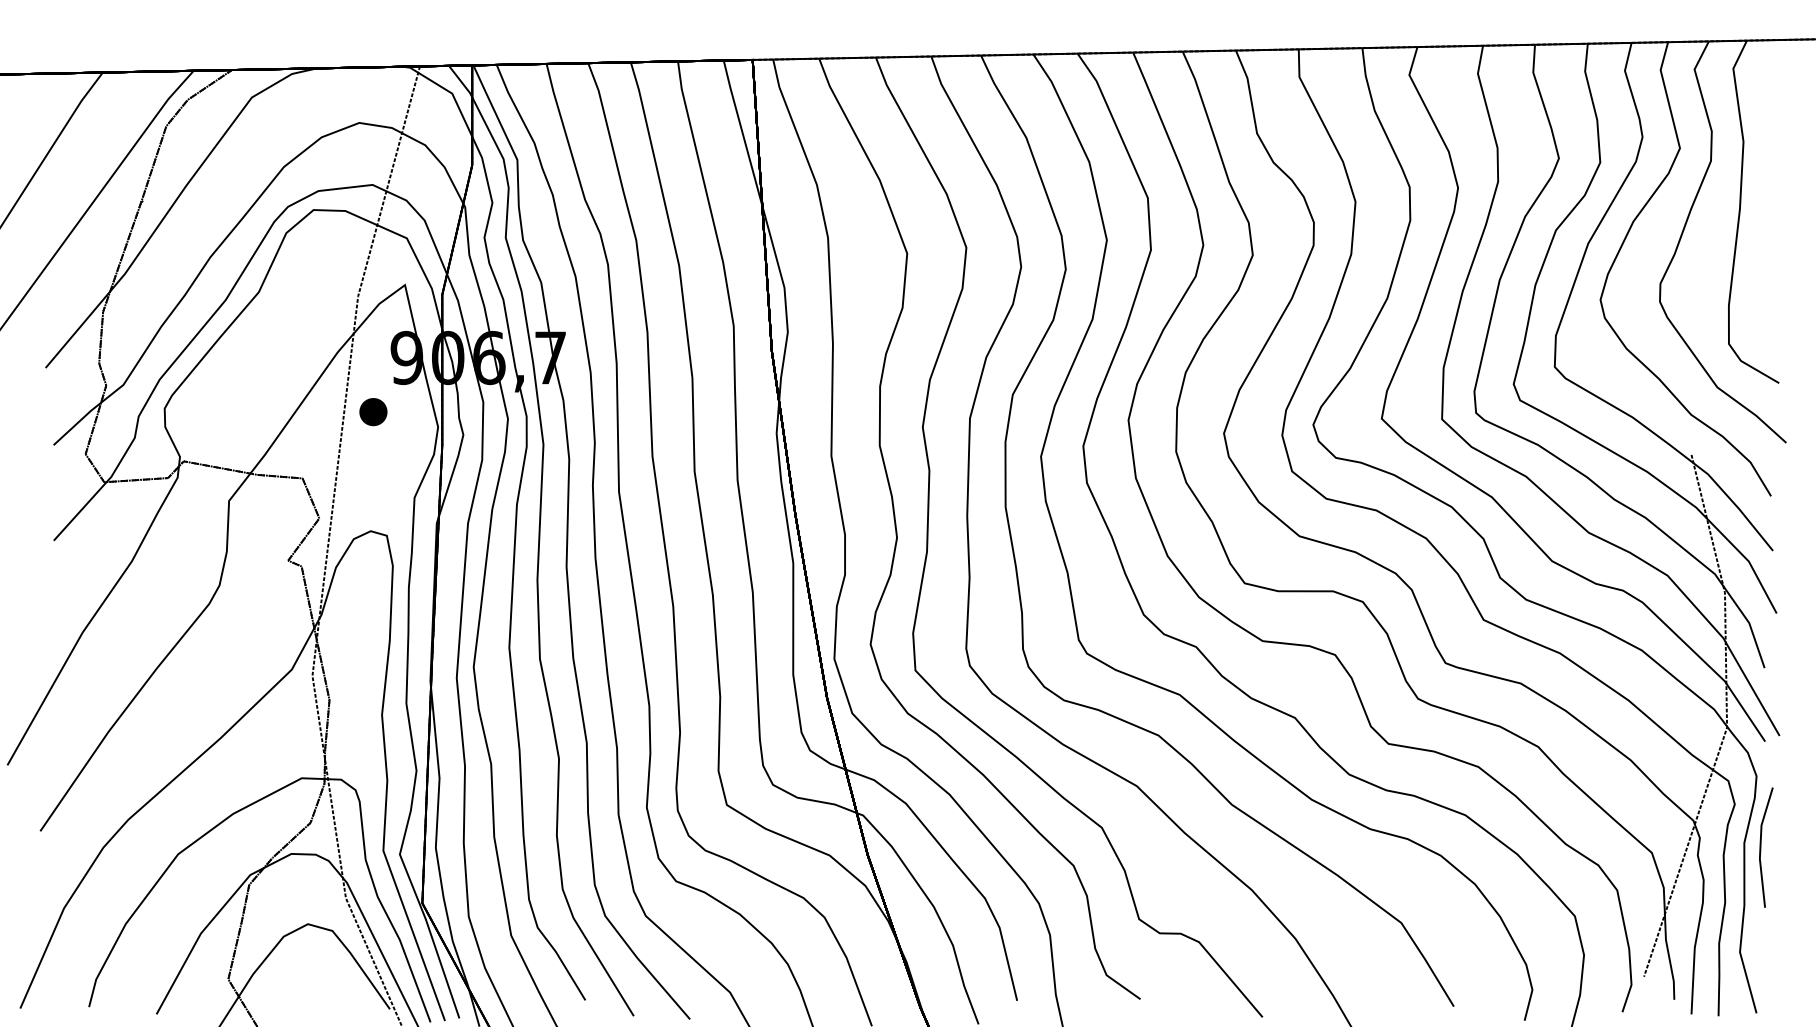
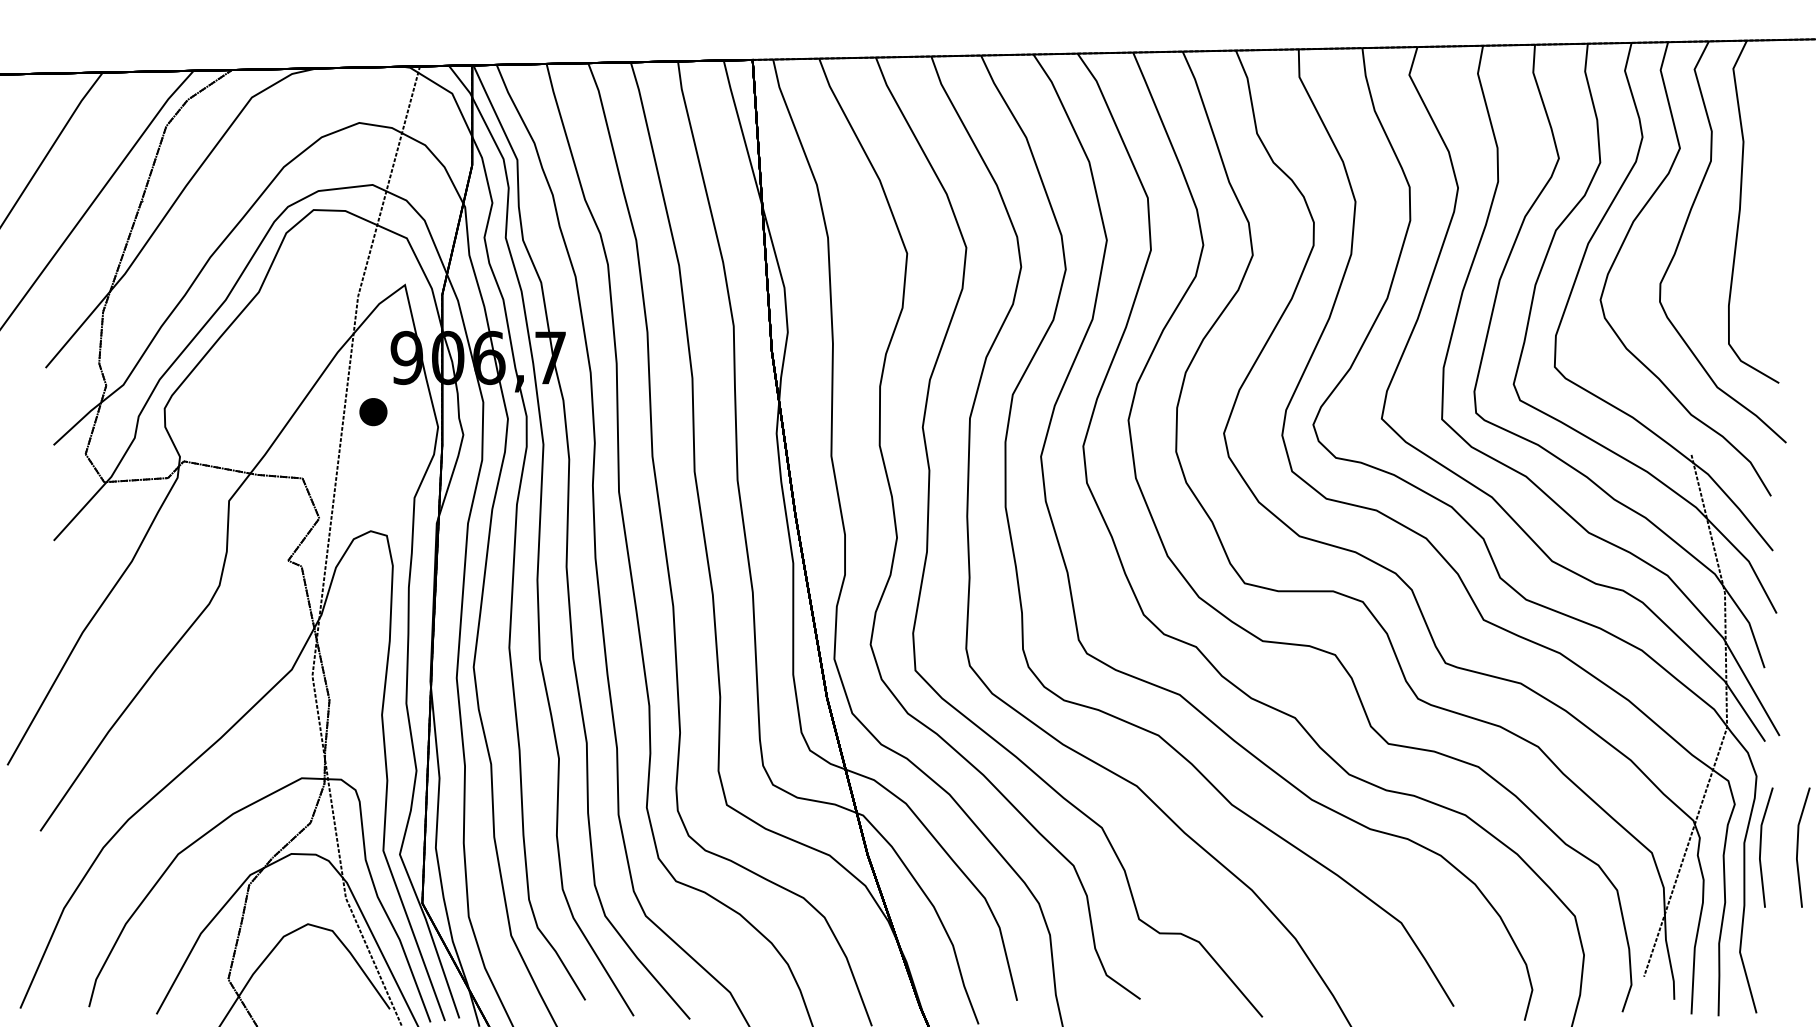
line at (1798, 847): none -> present
